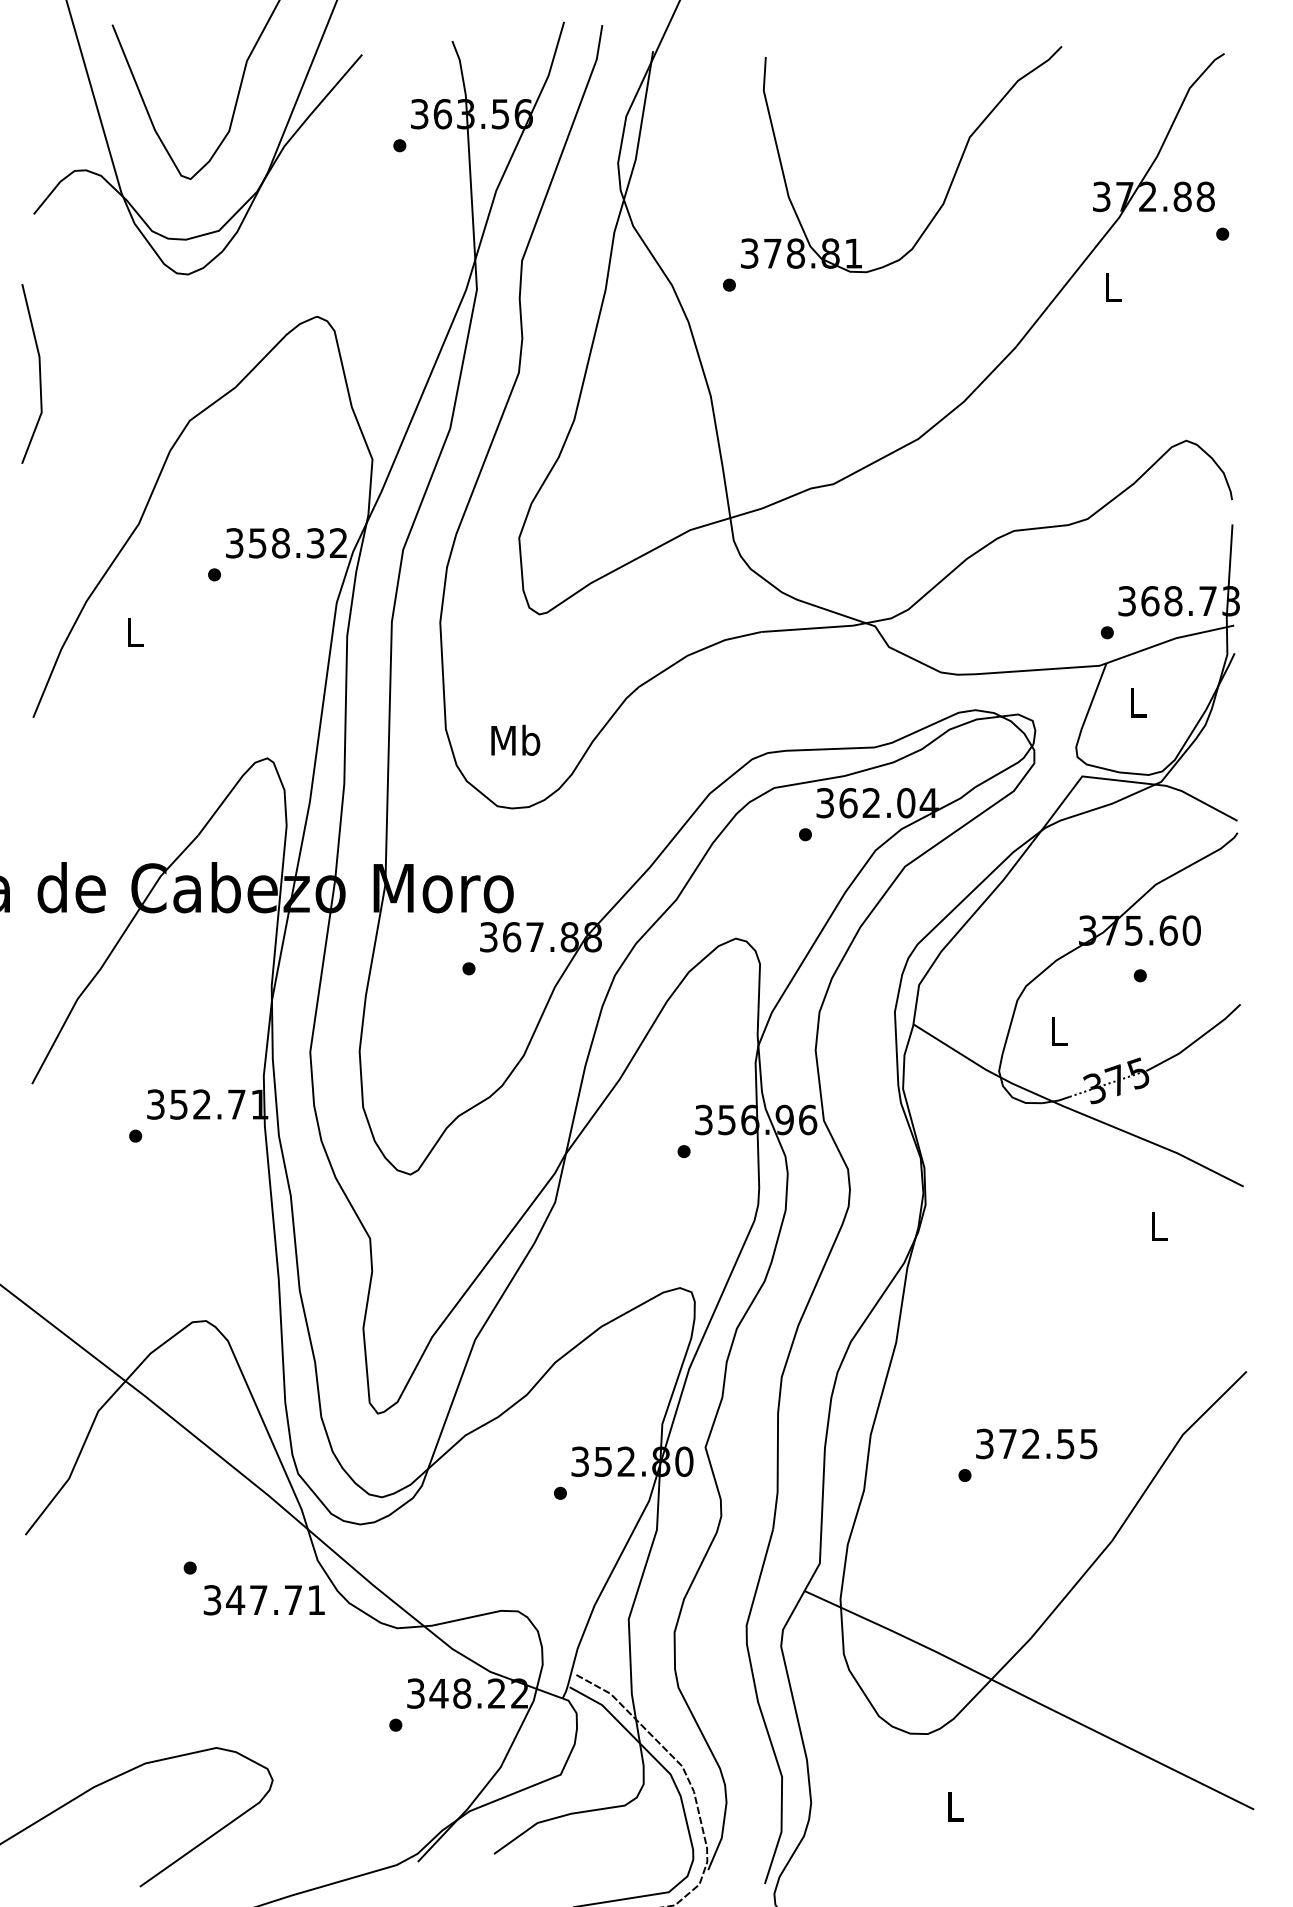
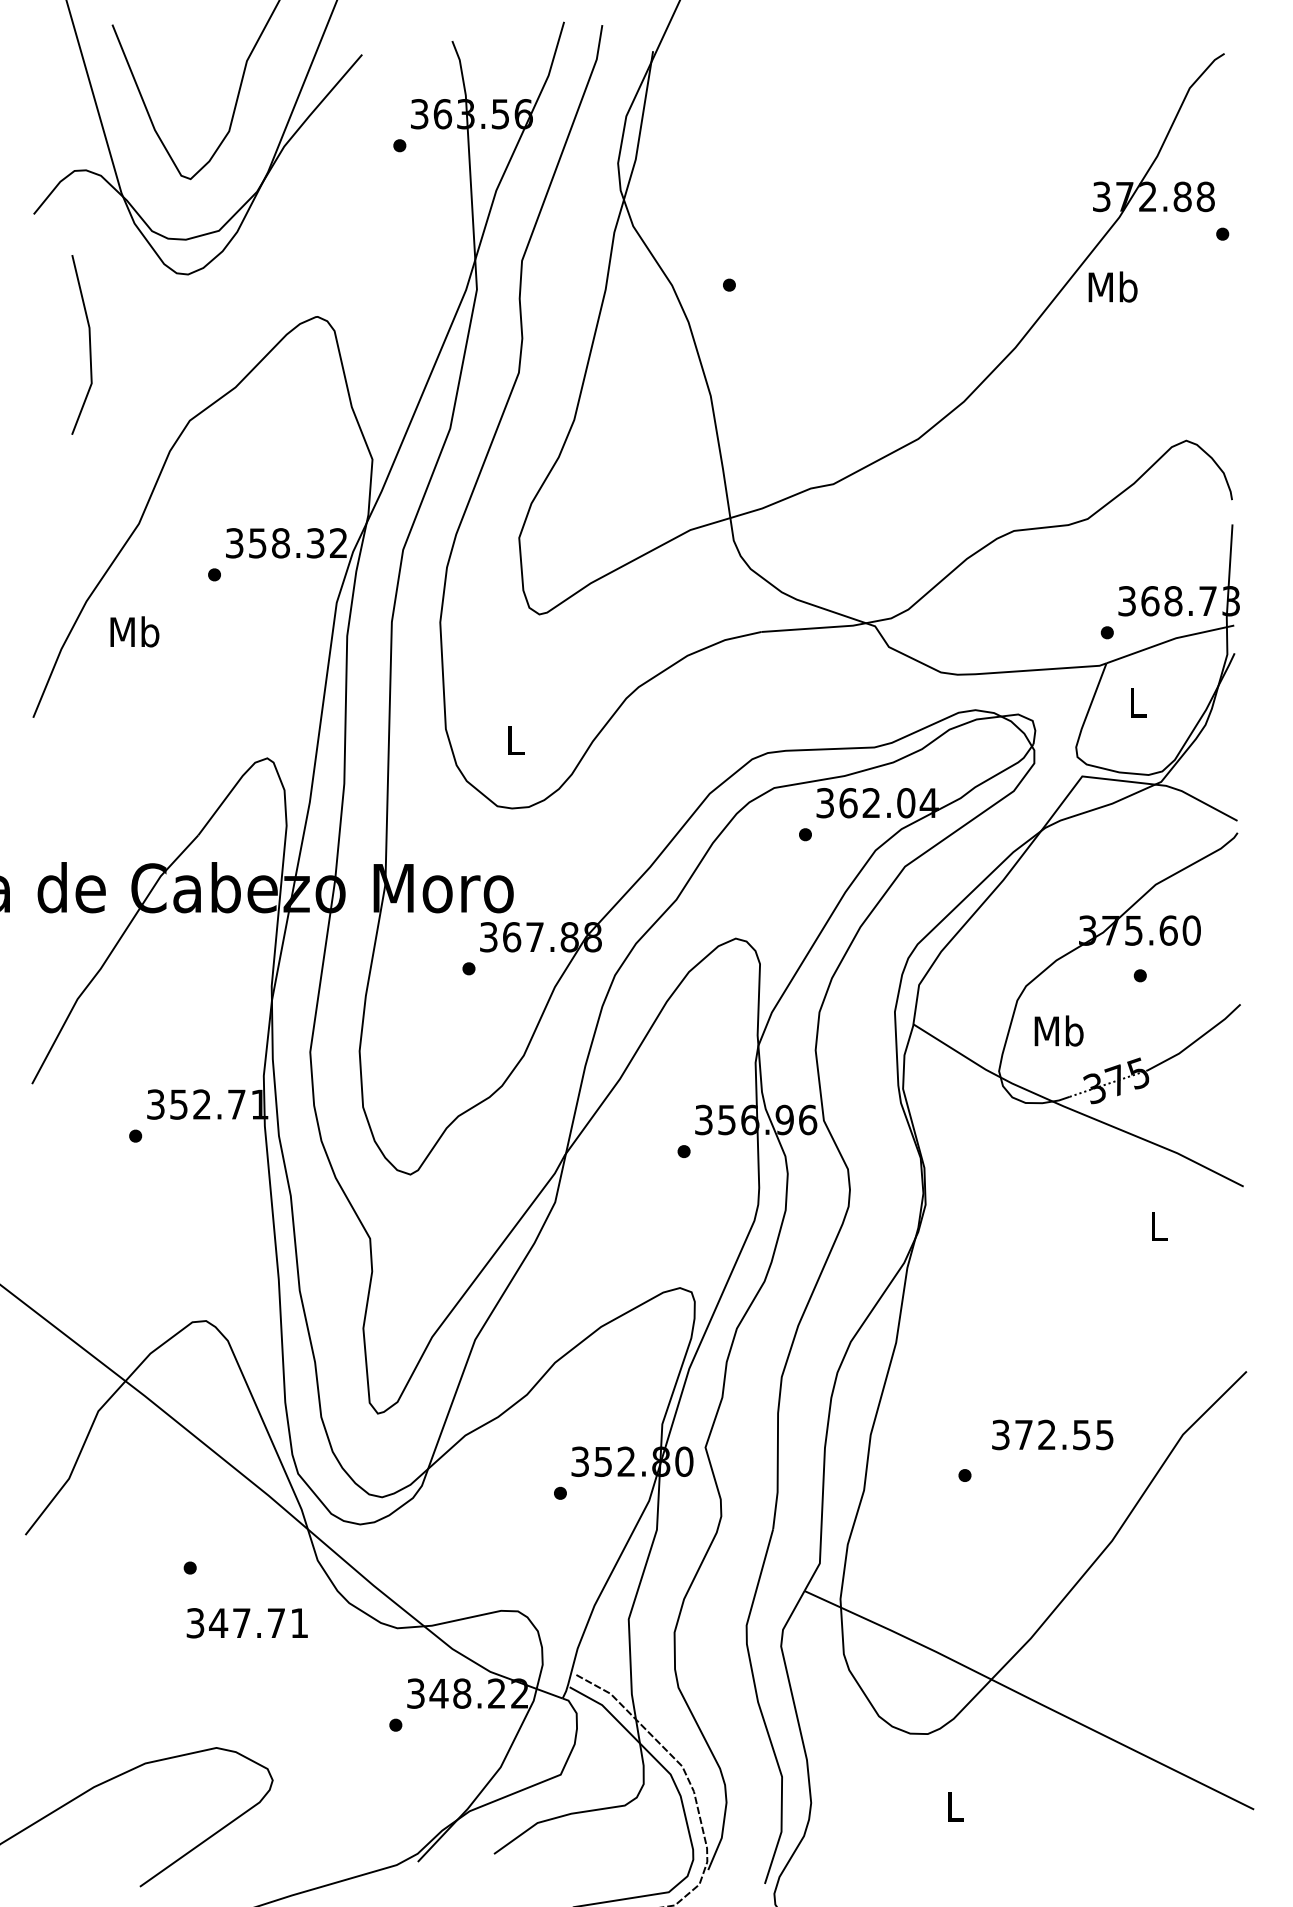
part at (952, 177): present -> none
text at (1112, 286): L -> Mb
line at (39, 373) position: (39, 373) -> (89, 344)
text at (134, 631): L -> Mb
text at (515, 739): Mb -> L
text at (1058, 1030): L -> Mb
text at (1036, 1443) position: (1036, 1443) -> (1052, 1434)
text at (263, 1600) position: (263, 1600) -> (246, 1623)
